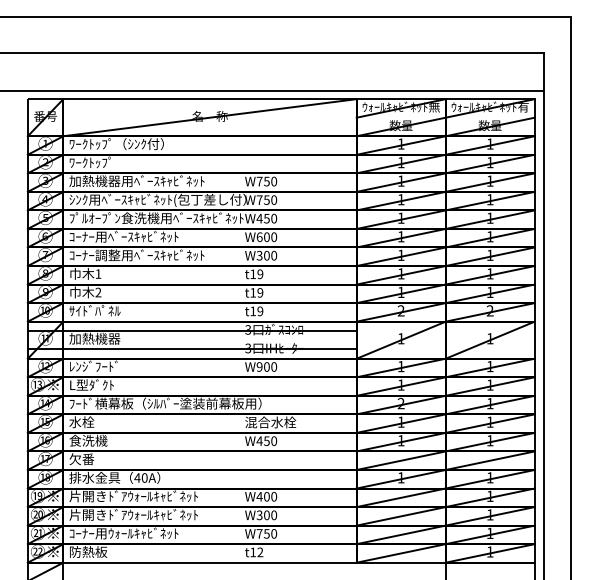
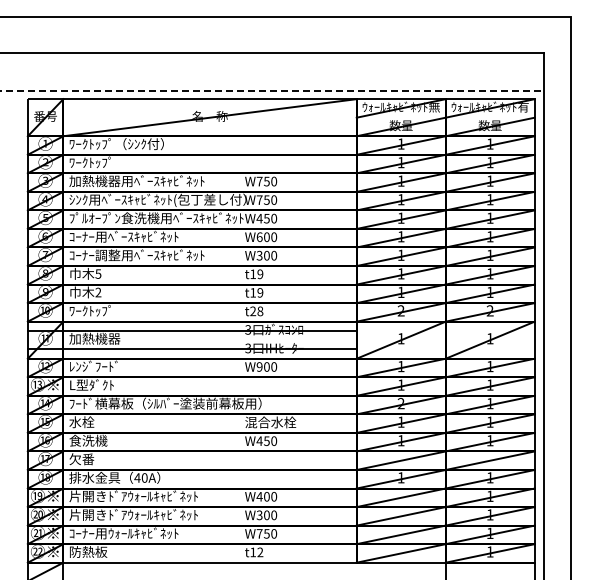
line at (271, 90): solid -> dashed
text at (98, 273): 1 -> 5
text at (94, 310): ｻｲﾄﾞﾊﾟﾈﾙ -> ﾜｰｸﾄｯﾌﾟ
text at (256, 311): t19 -> t28
